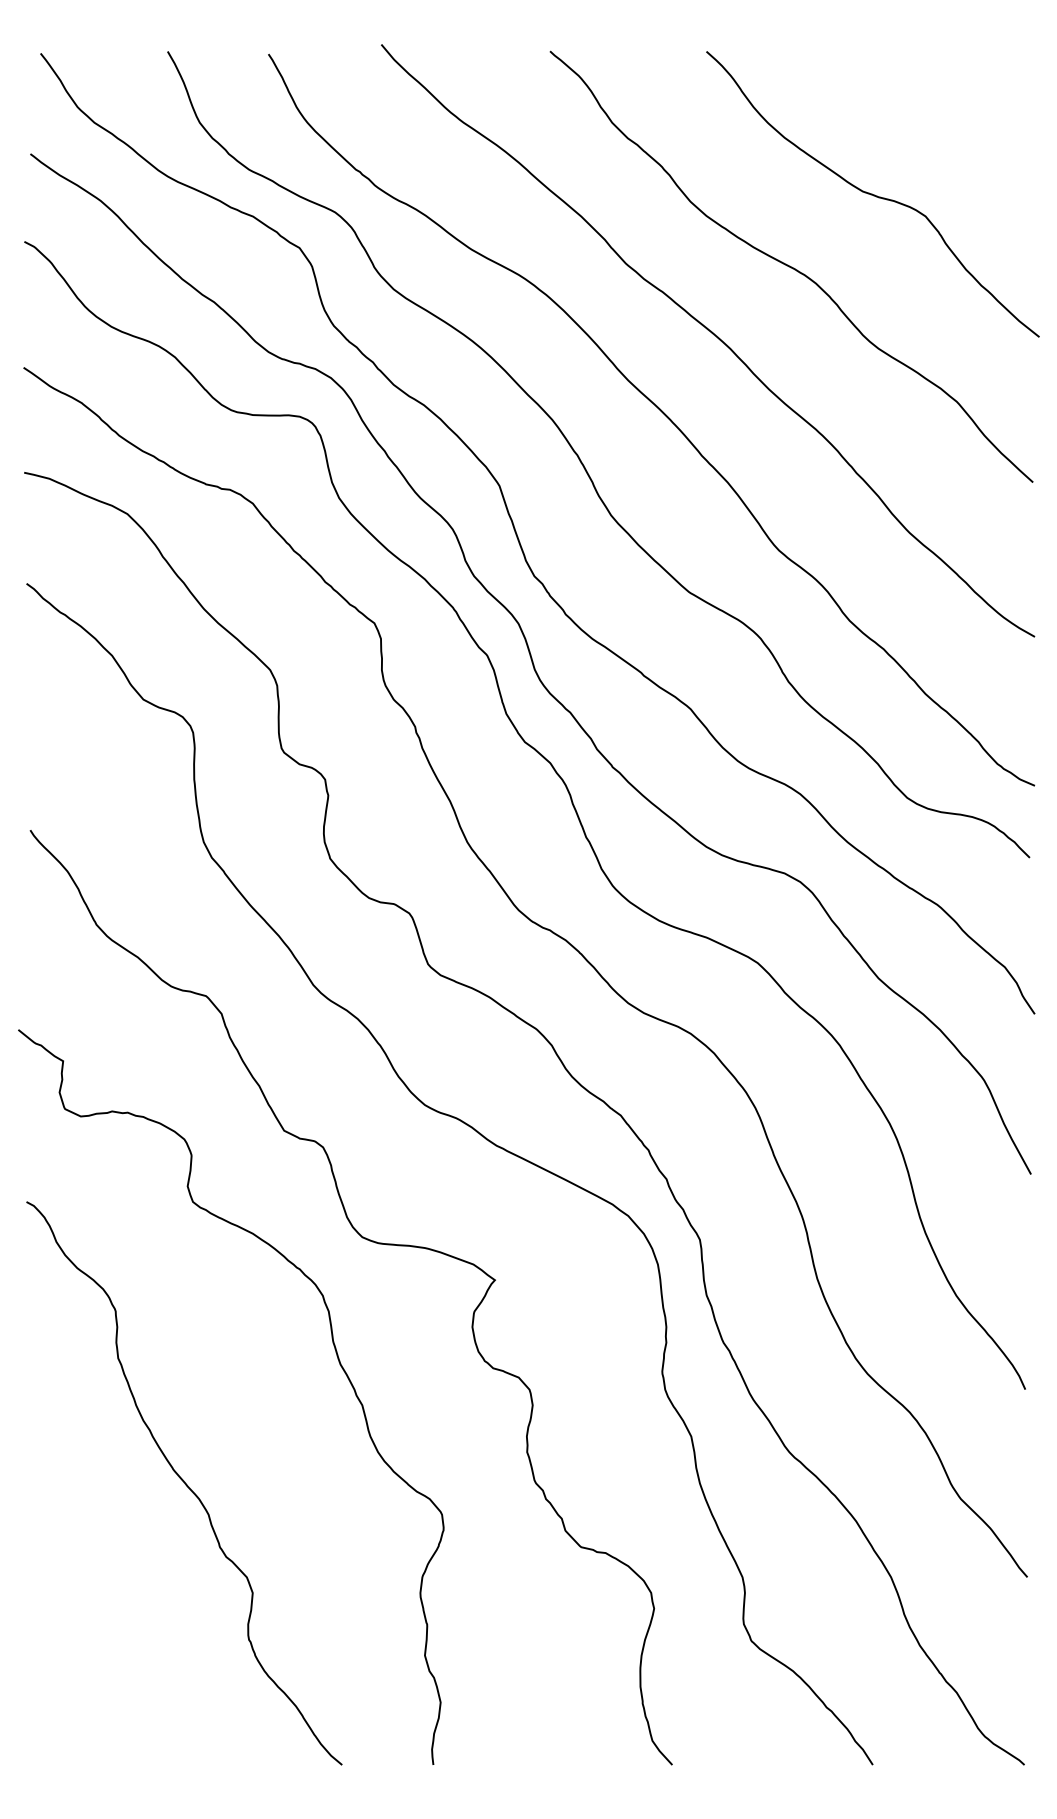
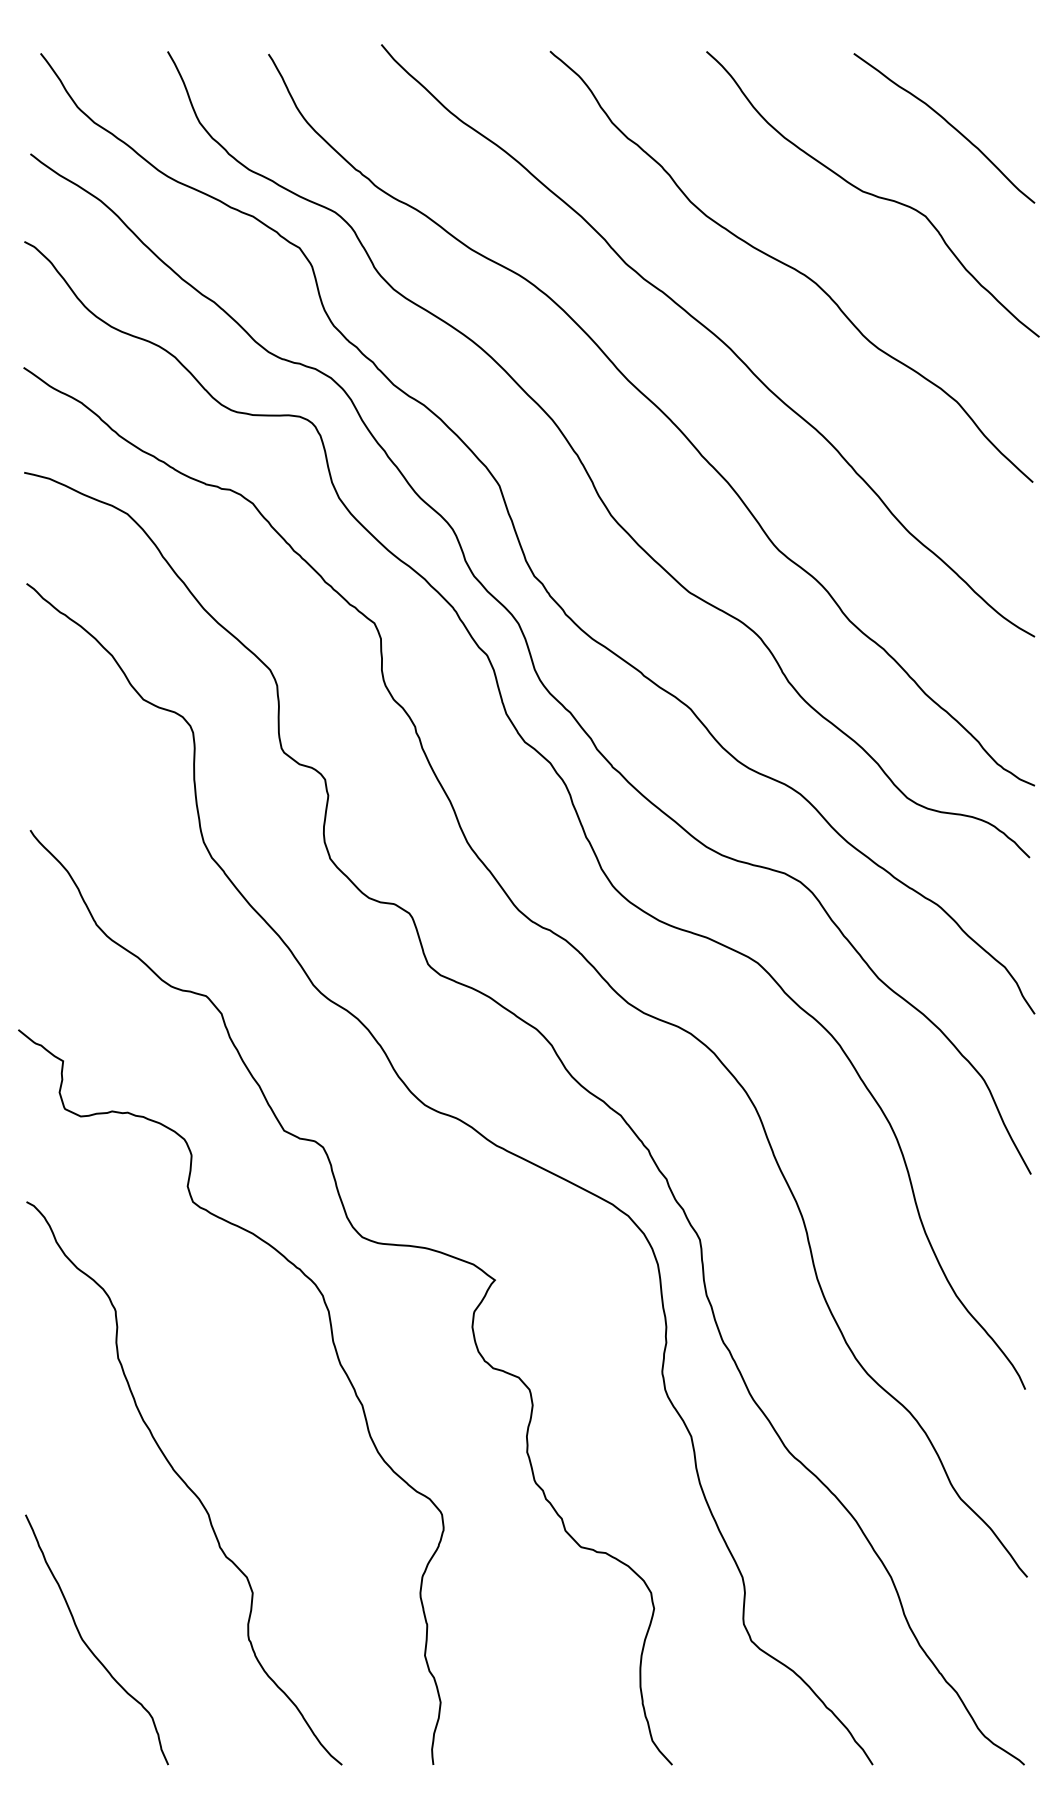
curve at (948, 124): none -> present
curve at (87, 1644): none -> present
